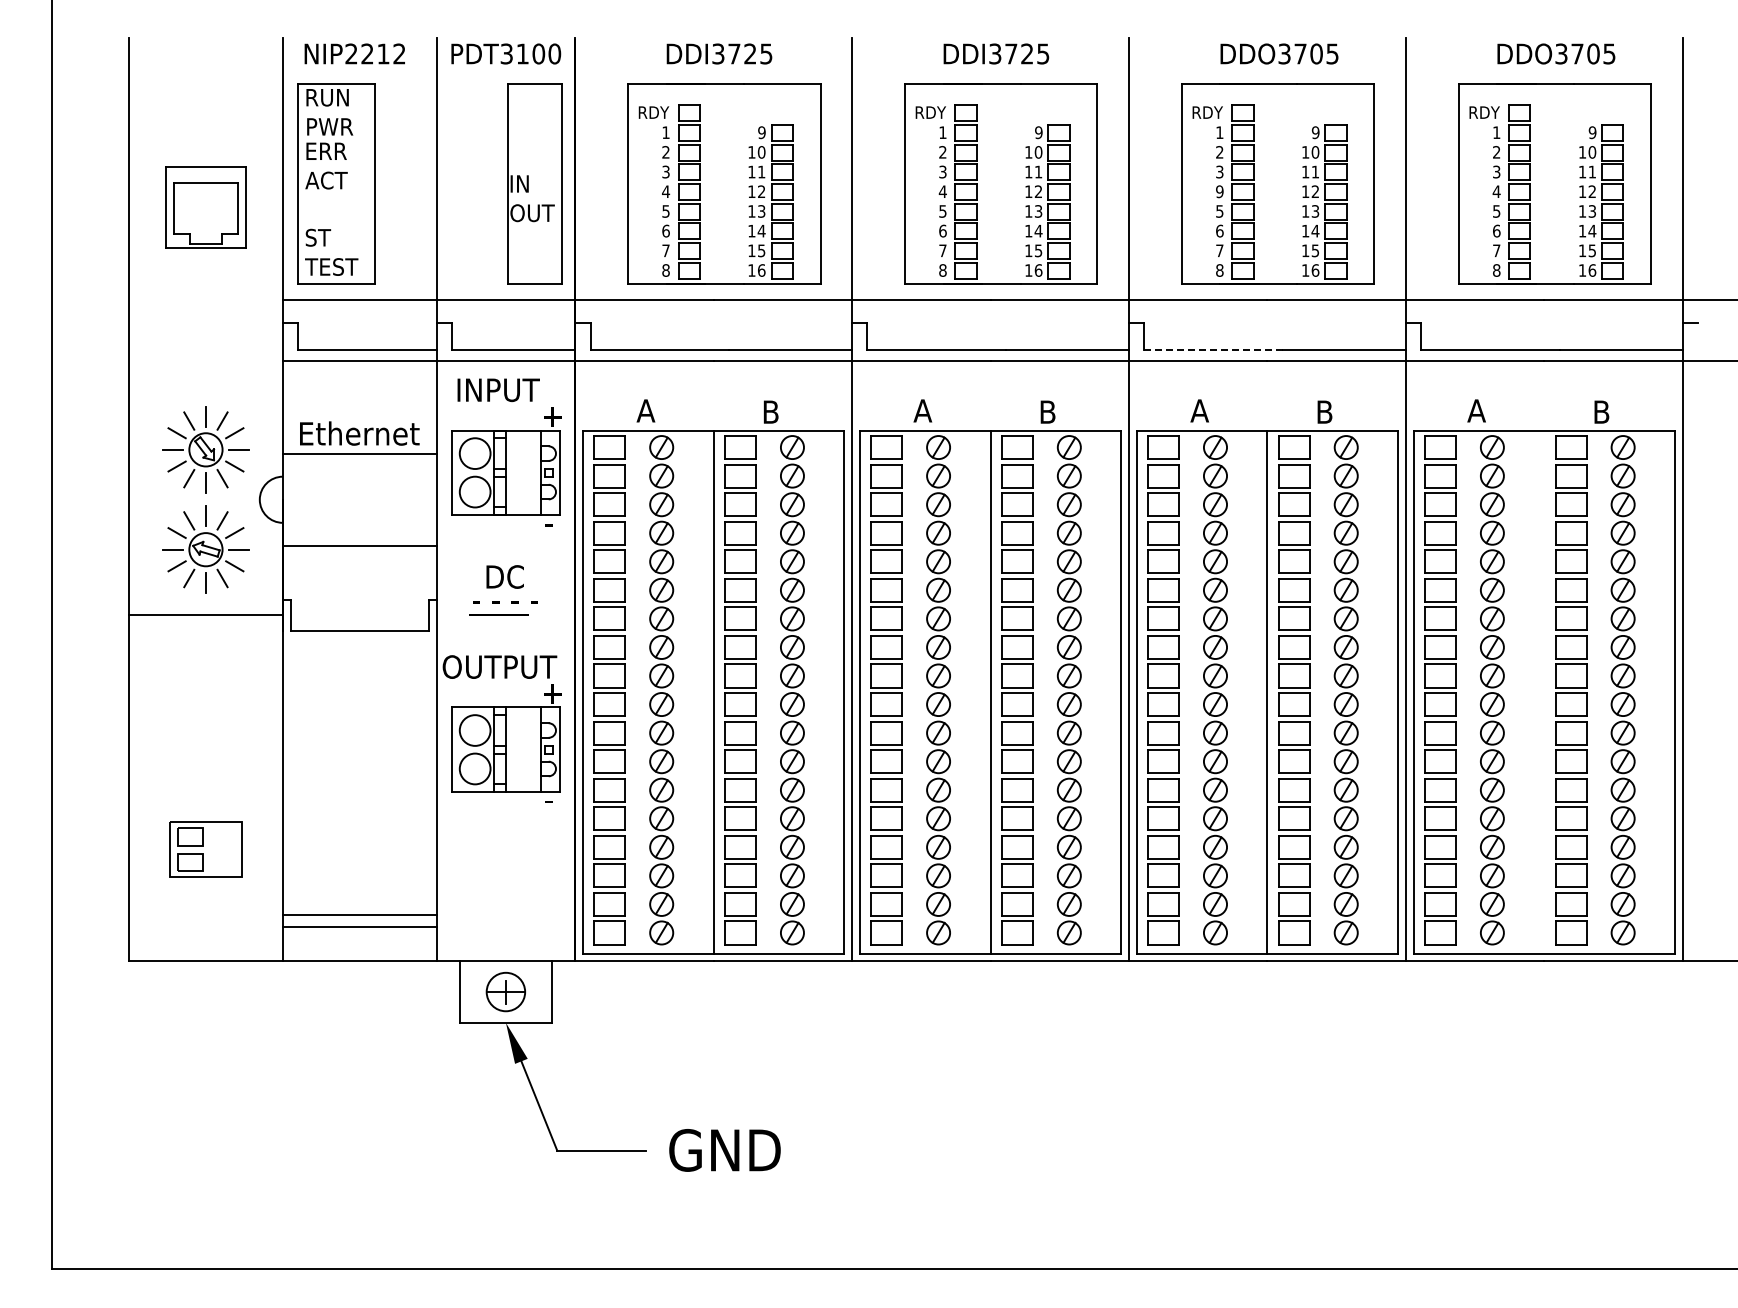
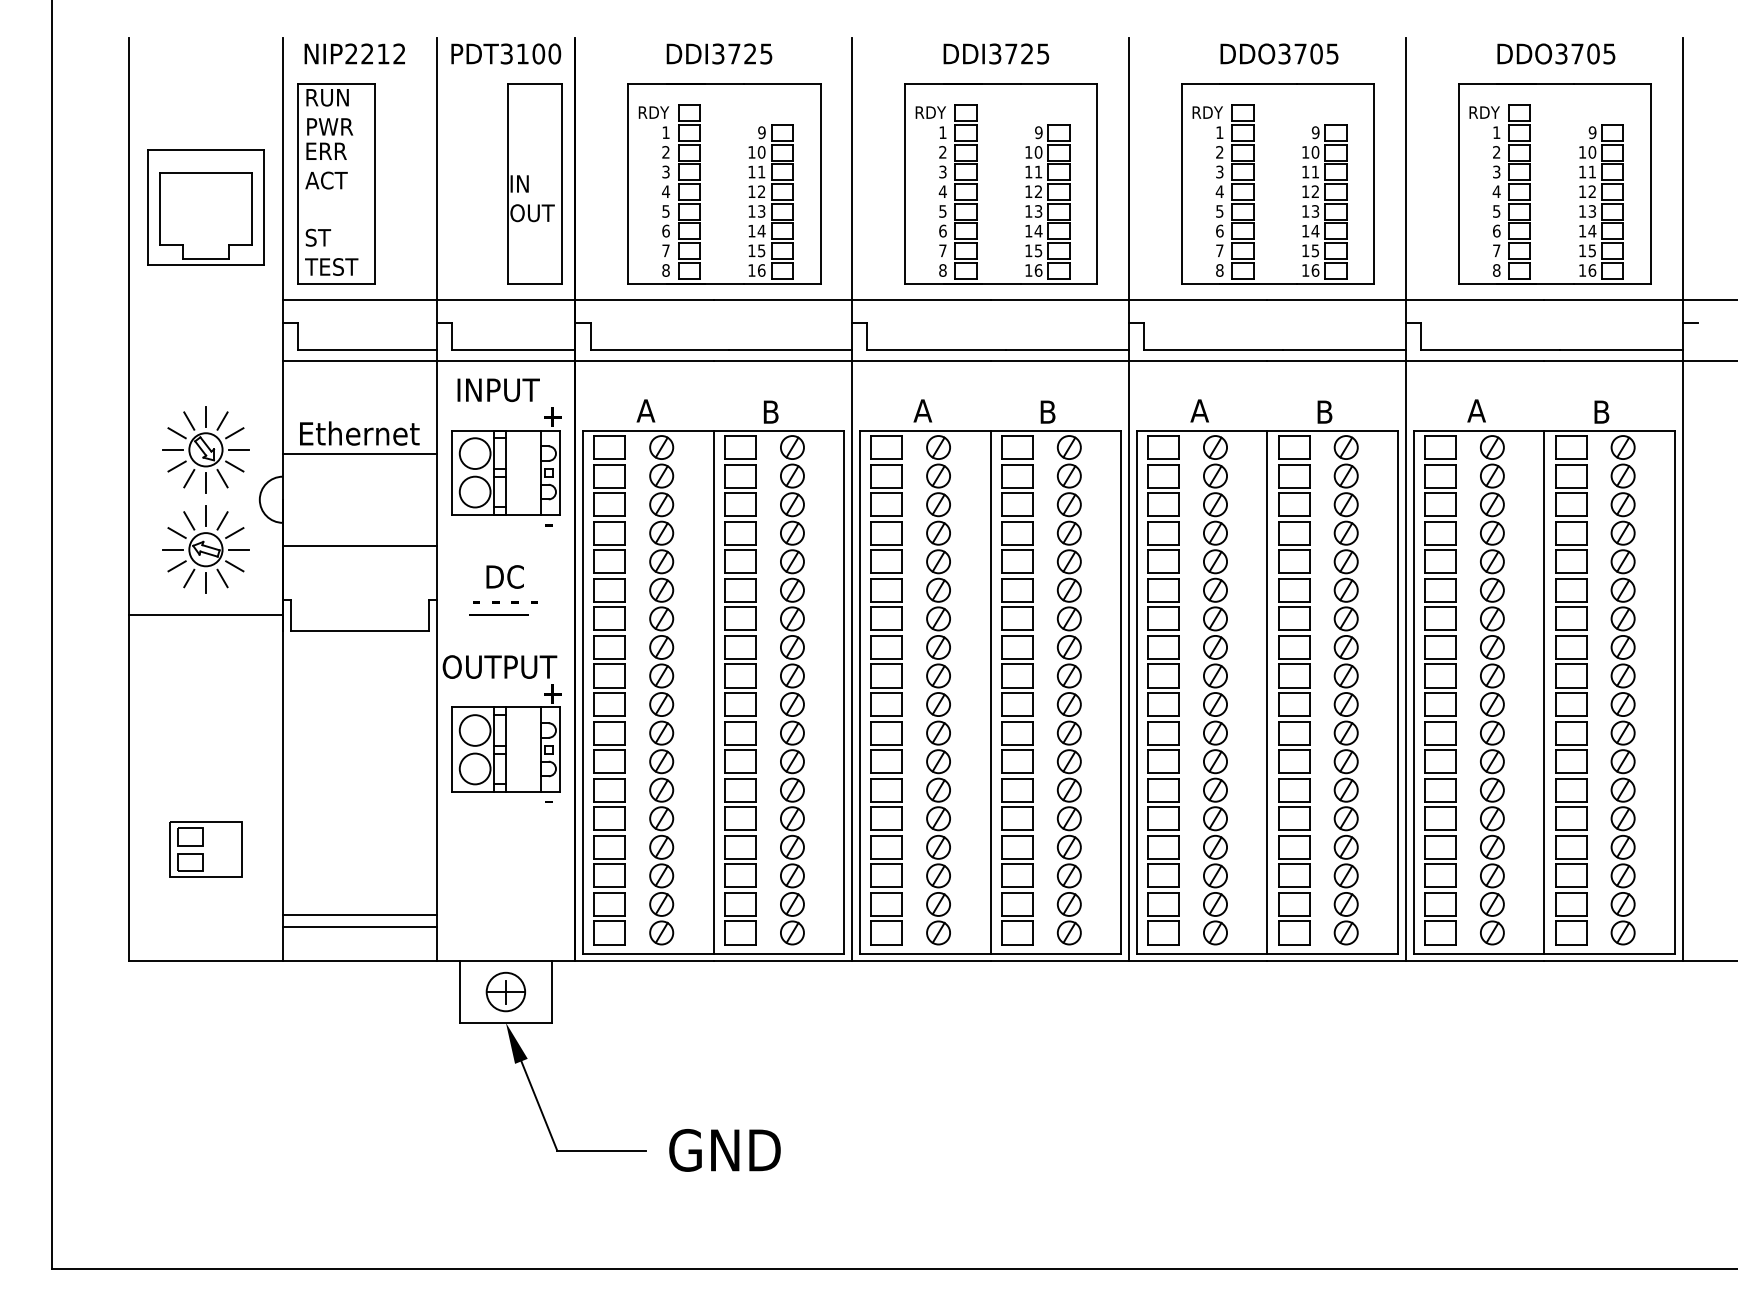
text at (1219, 191): 9 -> 4
part at (205, 207) size: 82x83 px -> 118x117 px
line at (1213, 349): dashed -> solid
line at (1544, 691): none -> present
